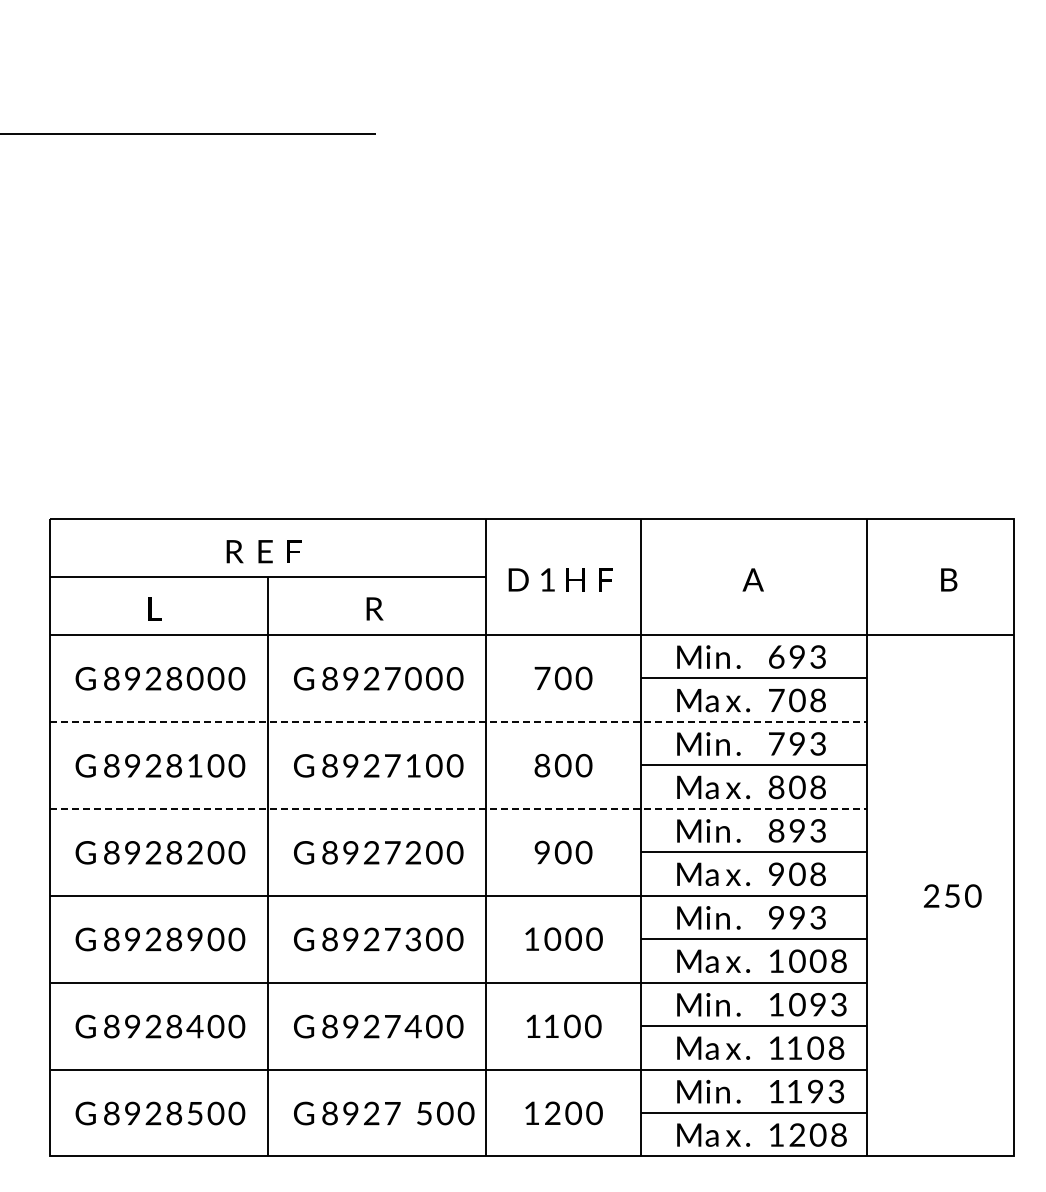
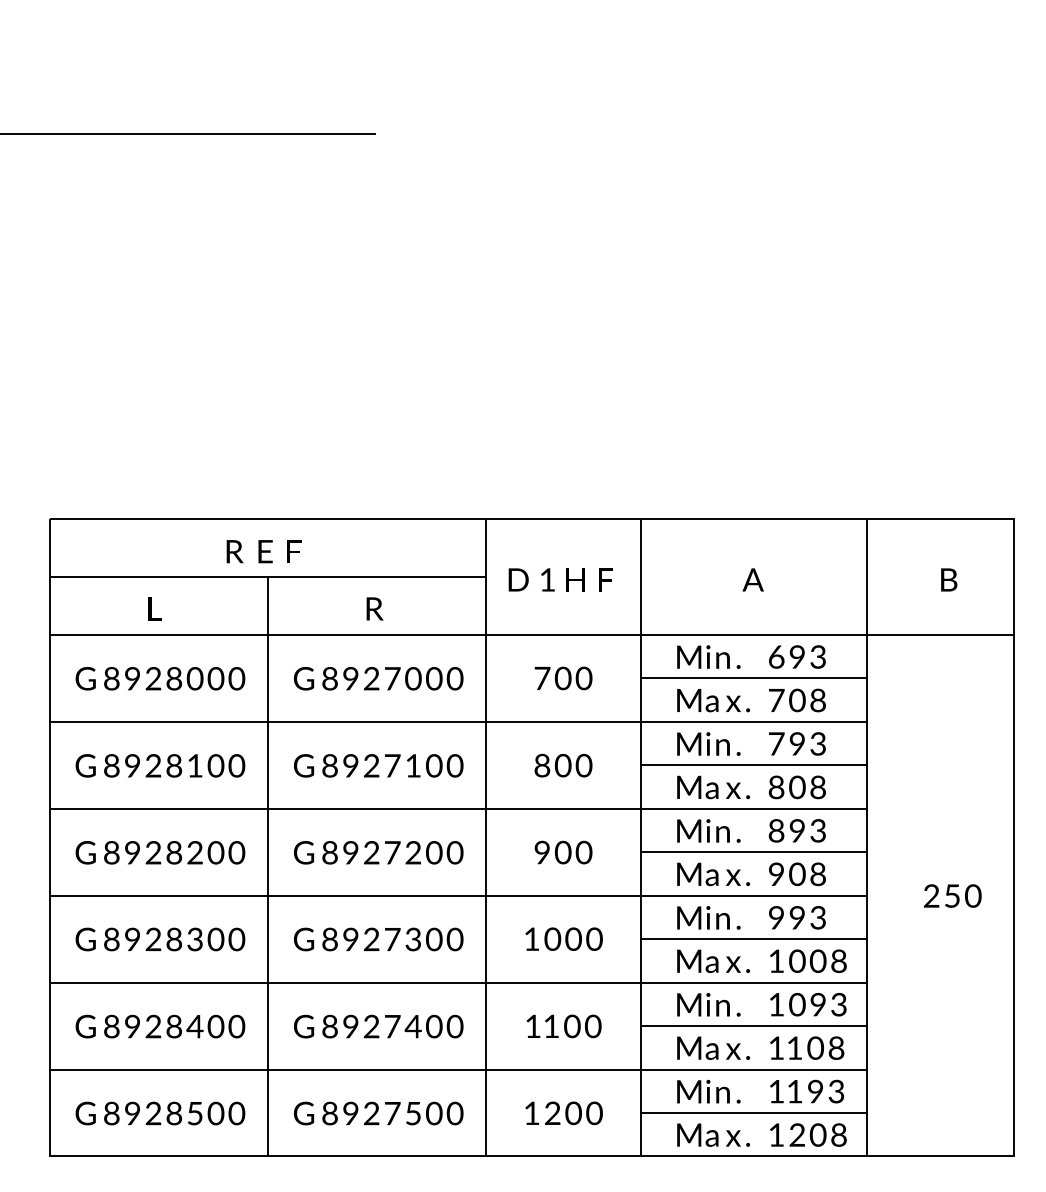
line at (458, 721): dashed -> solid
line at (458, 808): dashed -> solid
text at (194, 939): 9 -> 3
text at (445, 1113) position: (445, 1113) -> (434, 1113)
